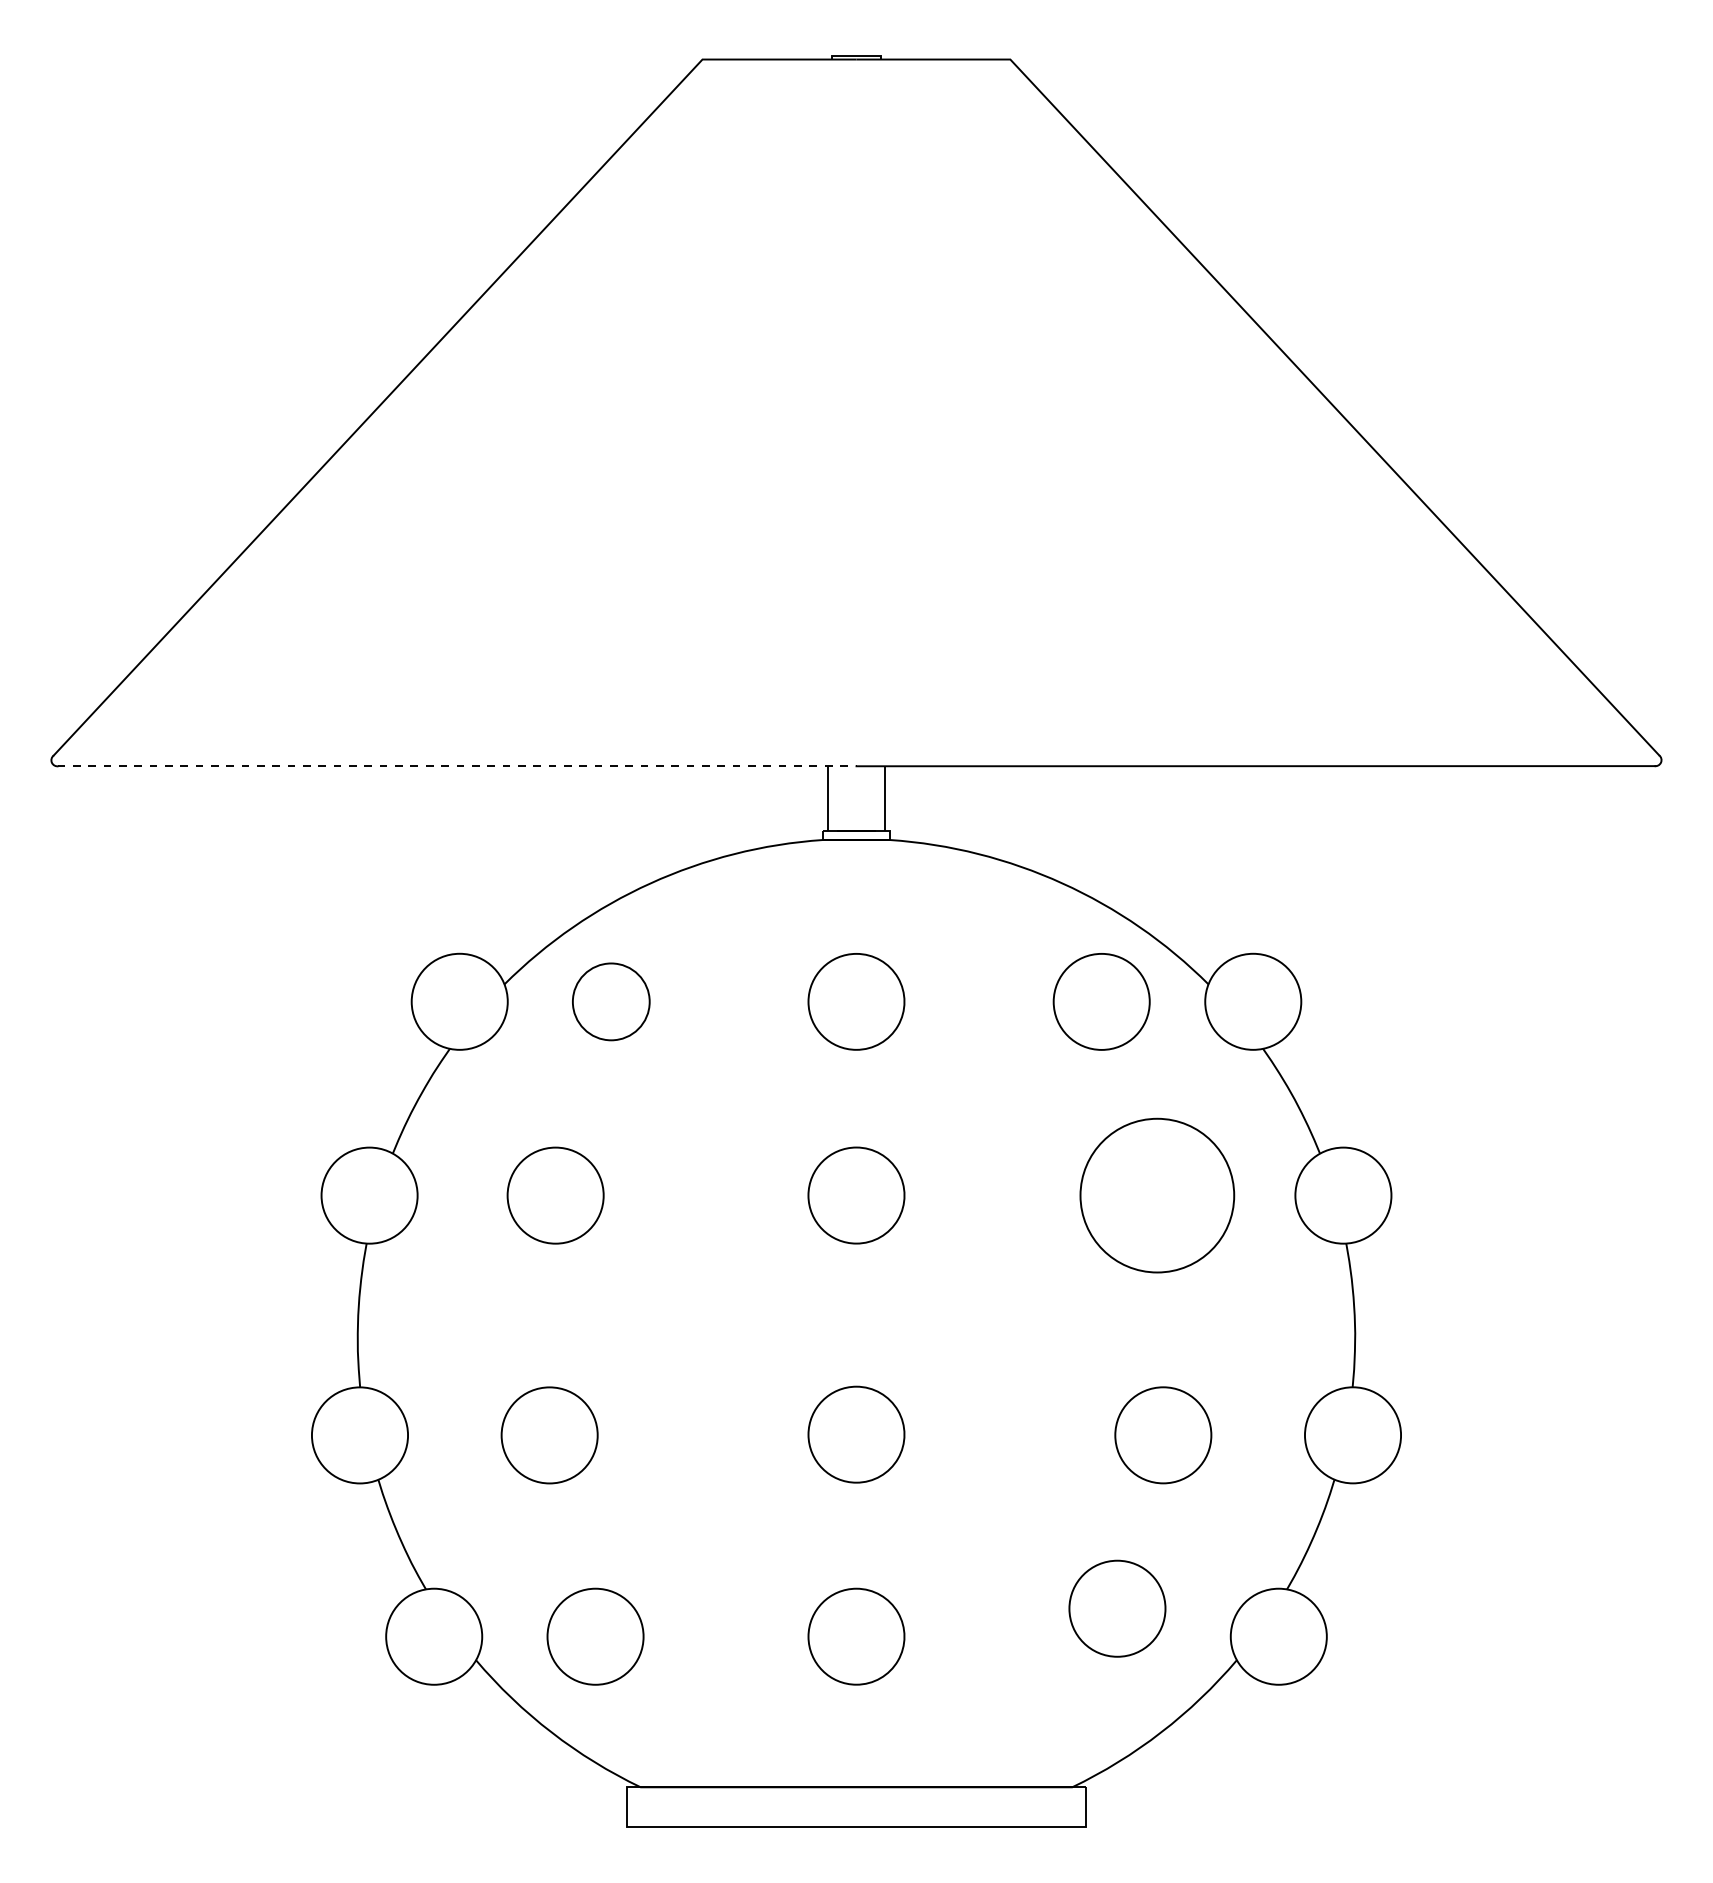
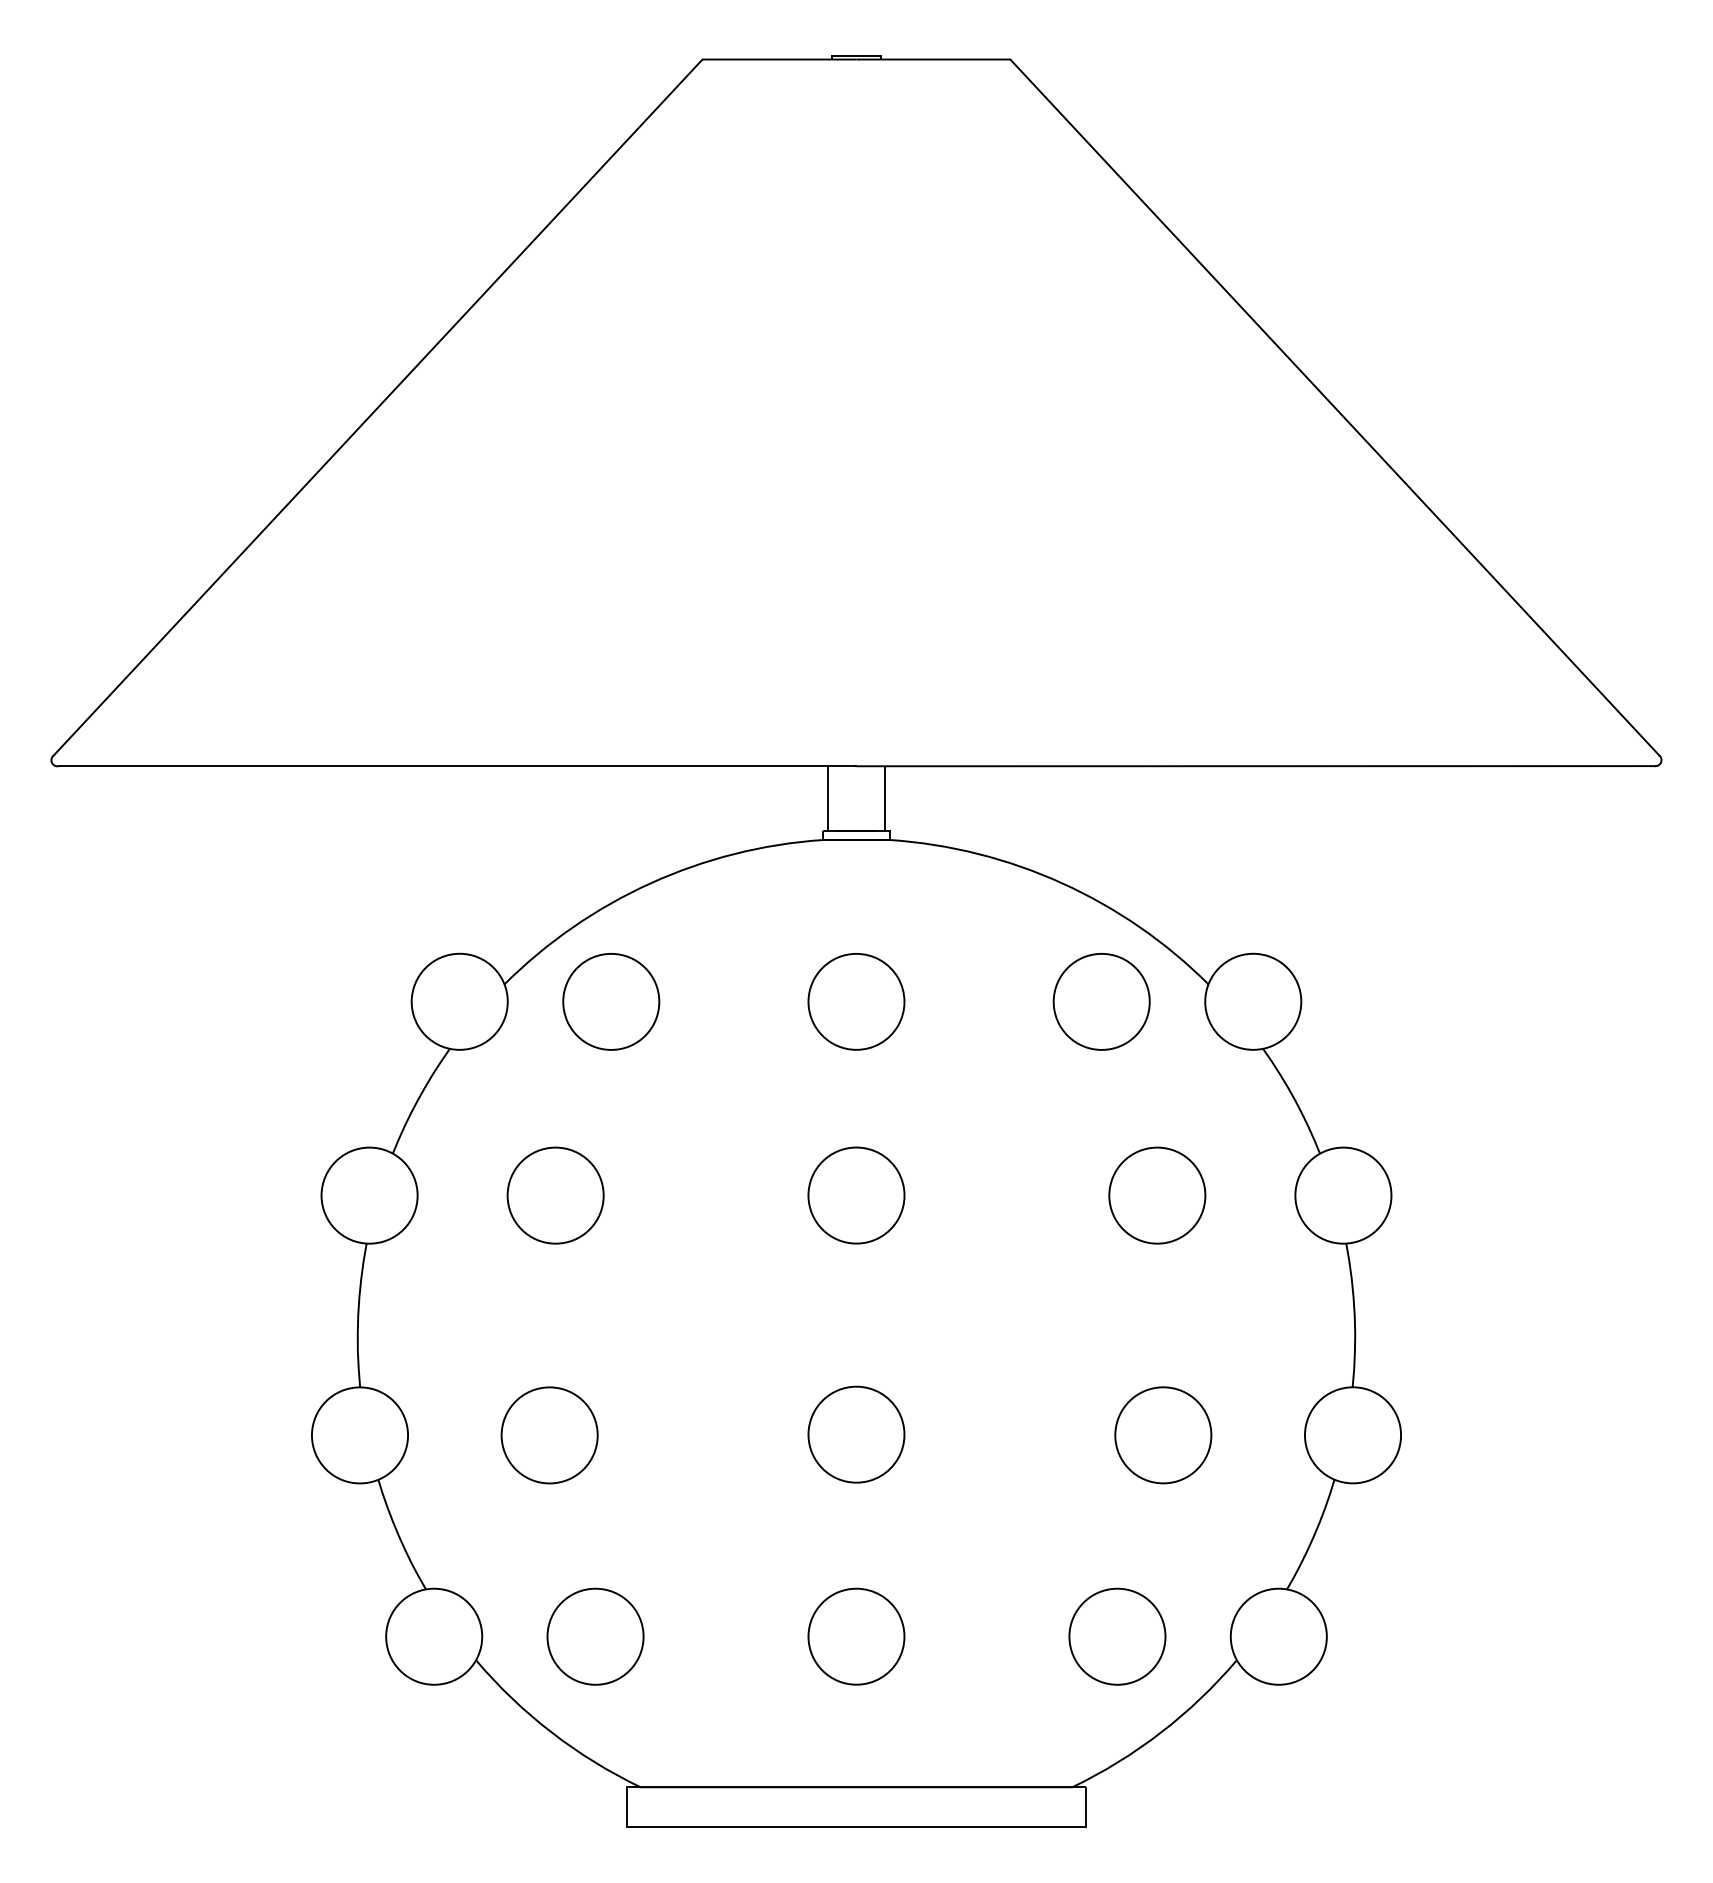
line at (457, 766): dashed -> solid
circle at (610, 1001) diameter: 77 px -> 96 px
circle at (1157, 1195) diameter: 154 px -> 96 px
circle at (1117, 1608) position: (1117, 1608) -> (1117, 1636)
